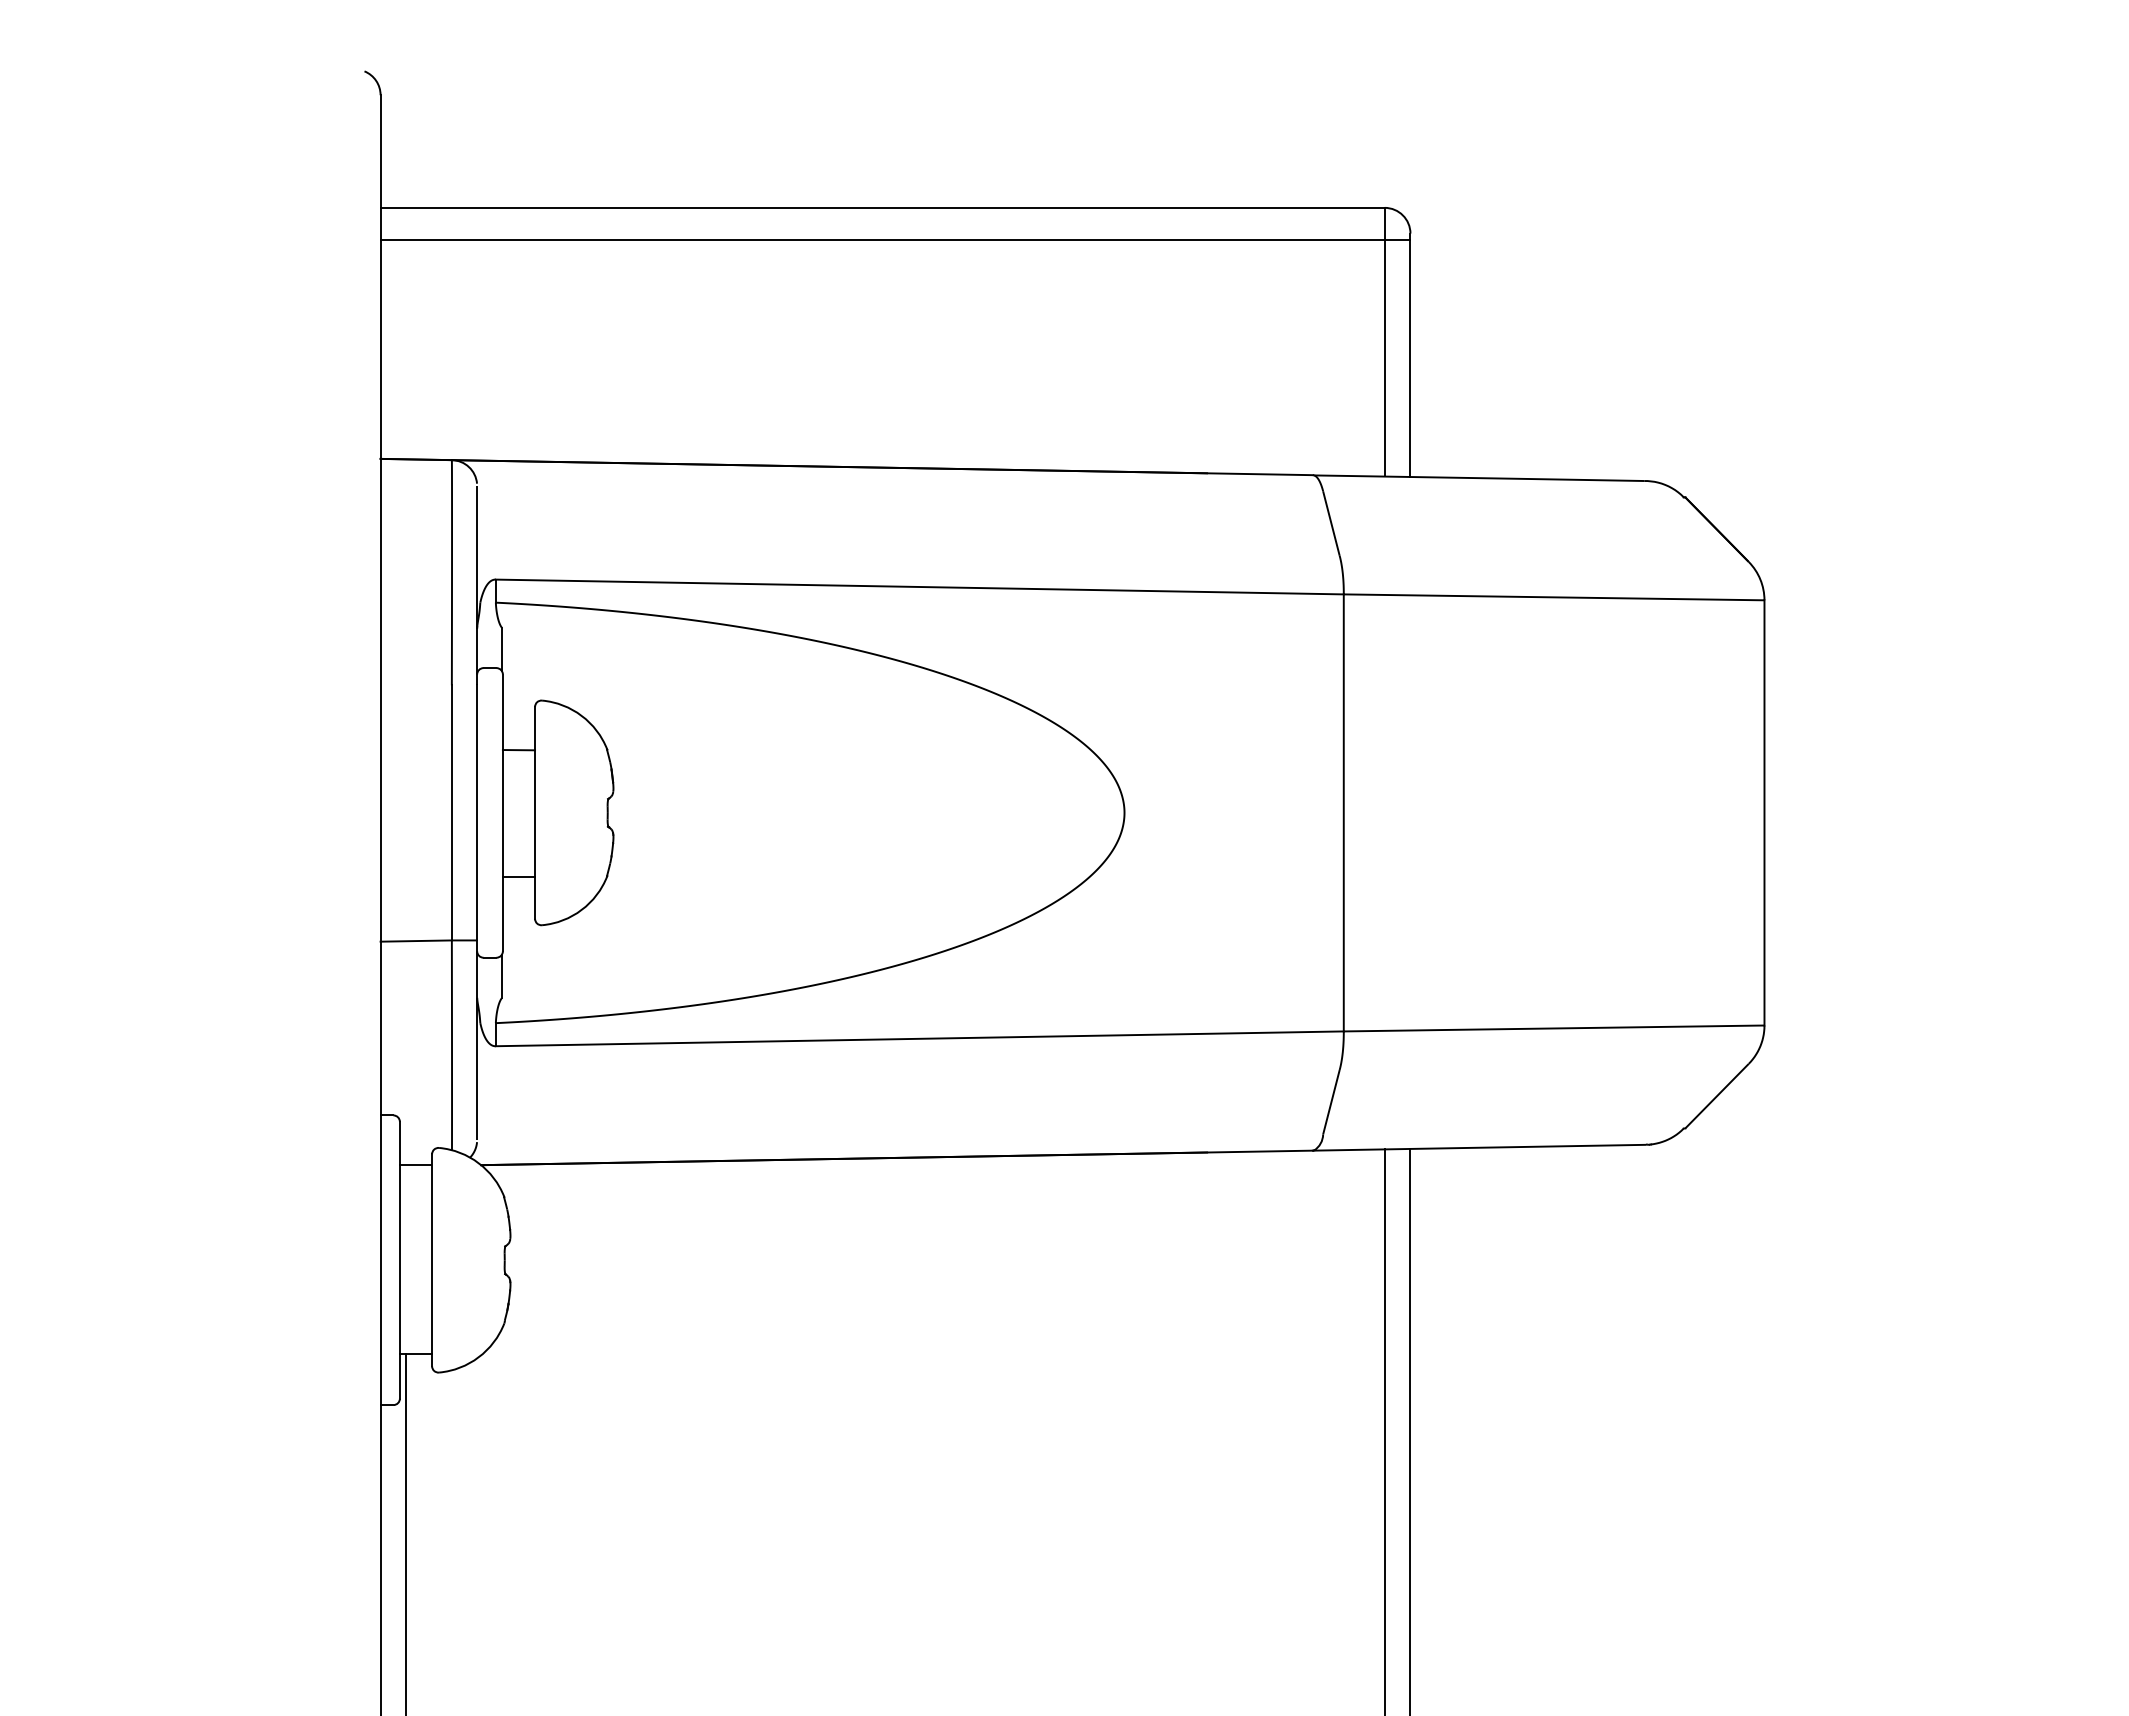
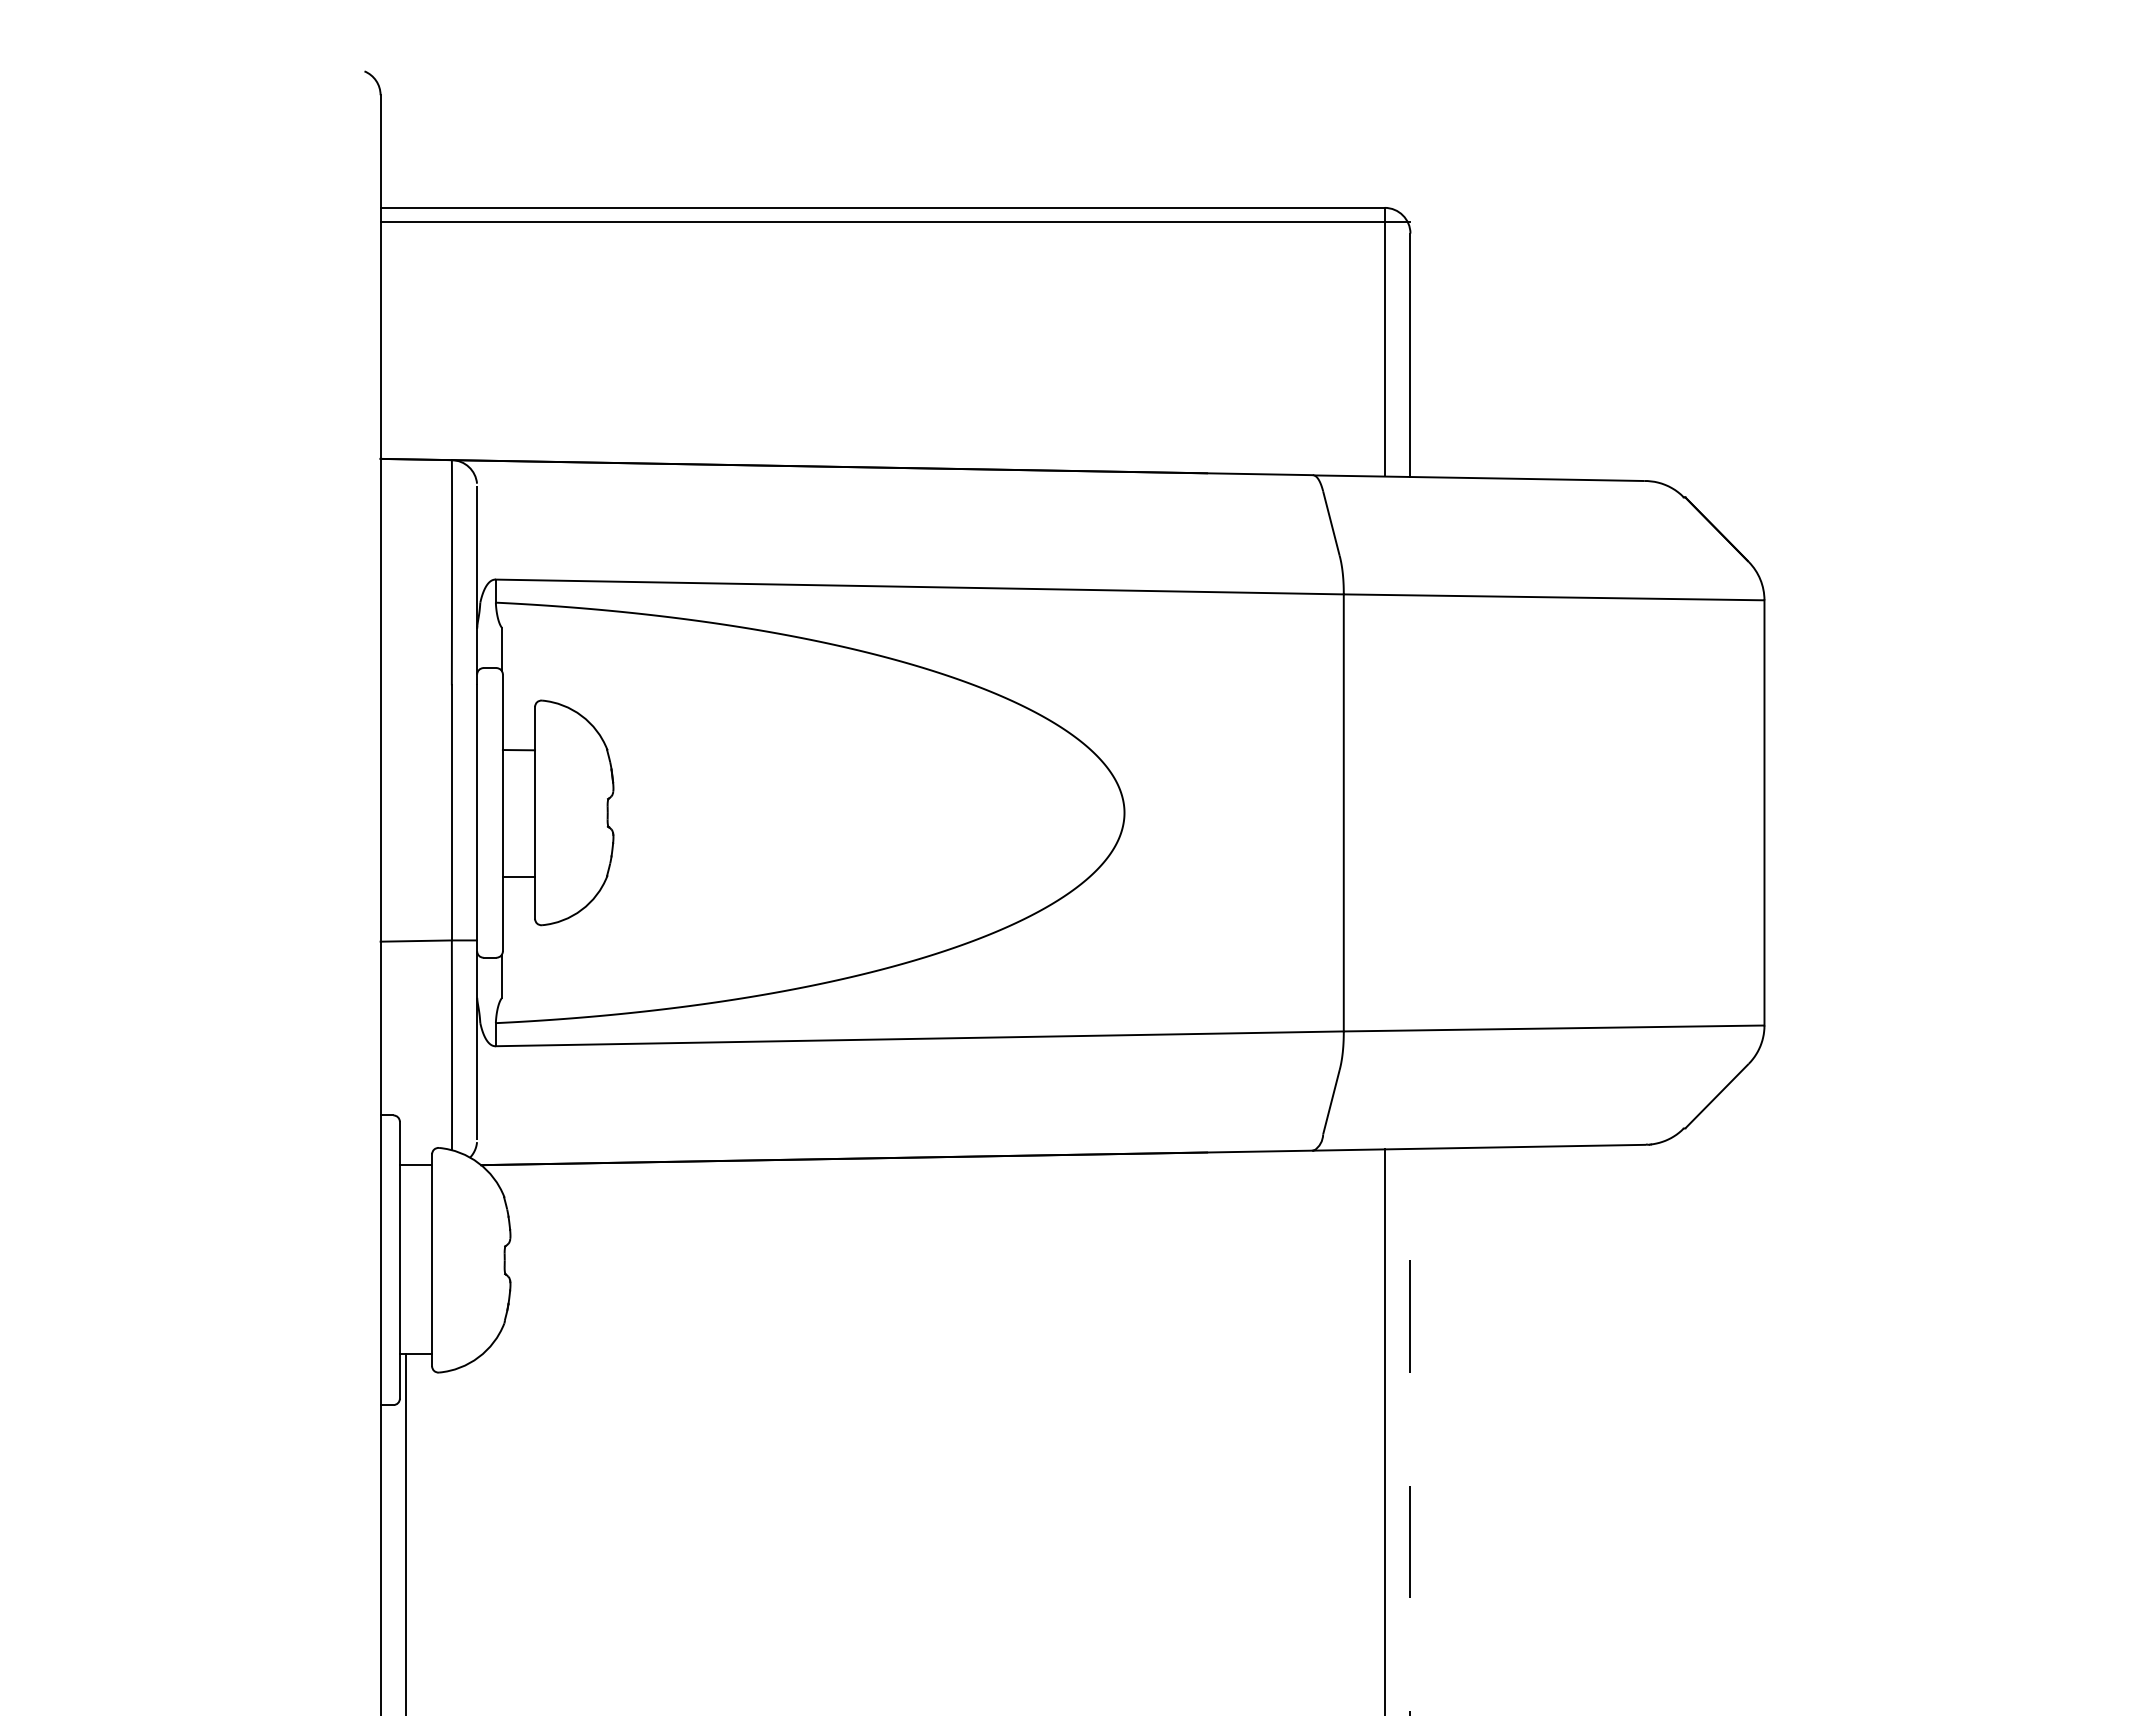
line at (895, 240) position: (895, 240) -> (895, 222)
line at (1410, 1431): solid -> dashed
